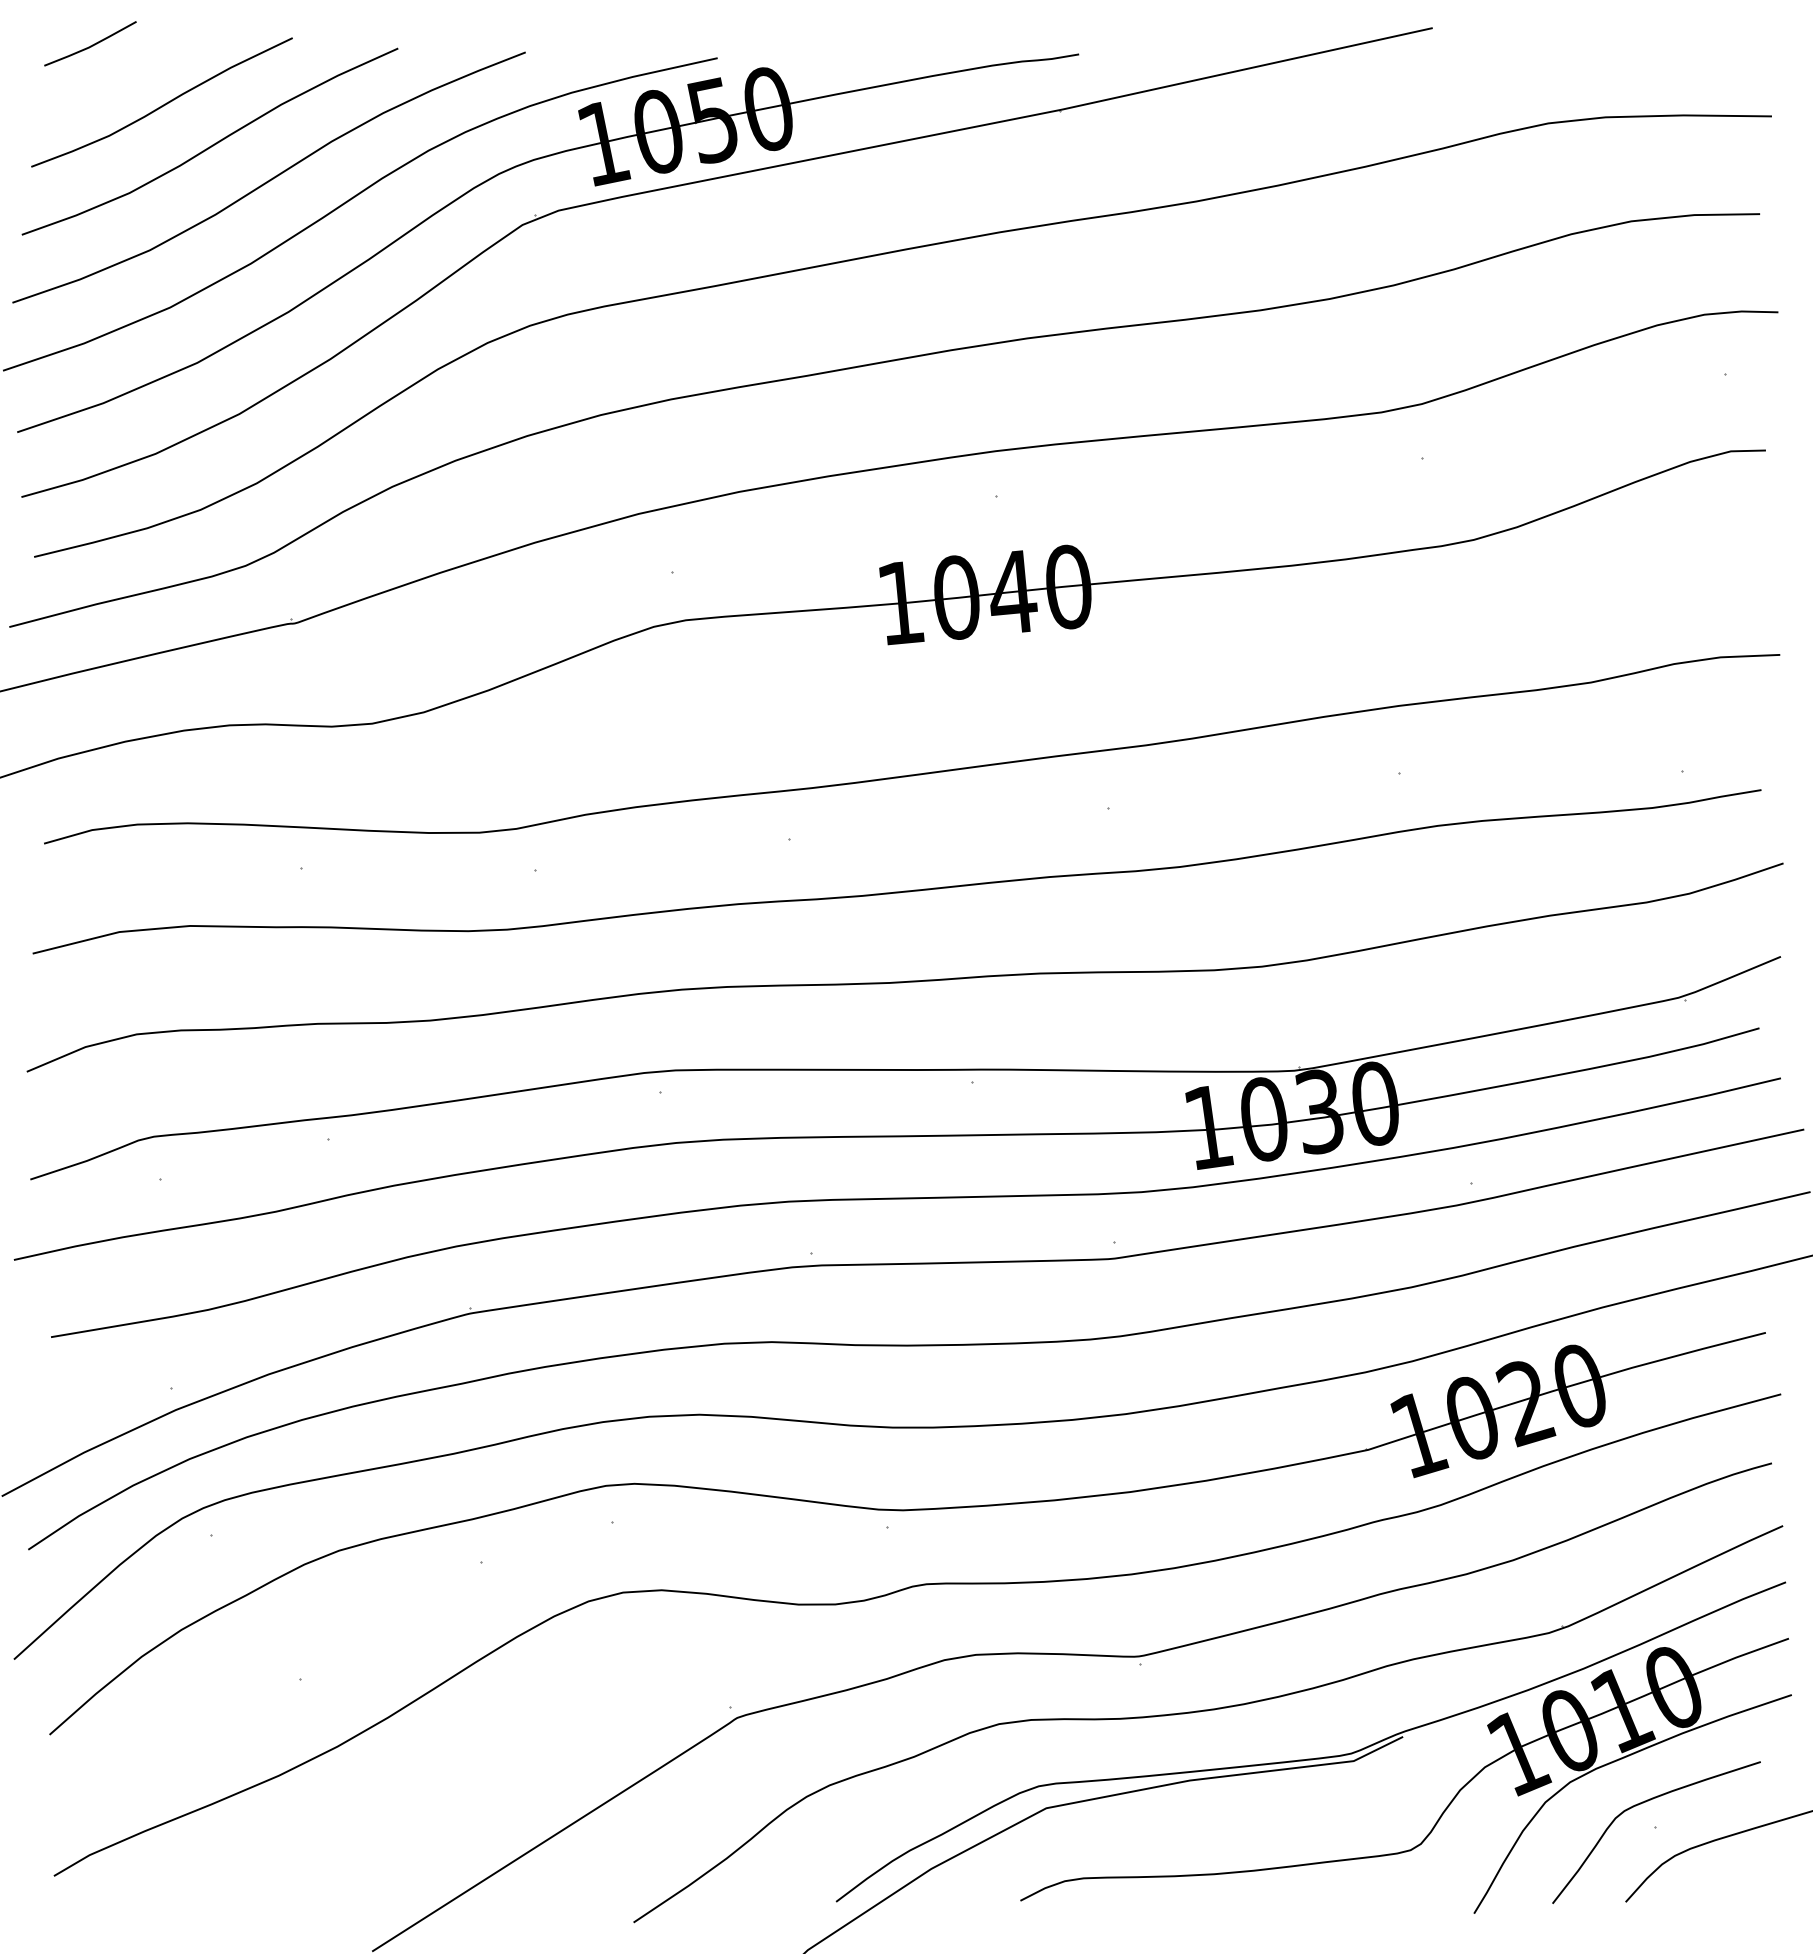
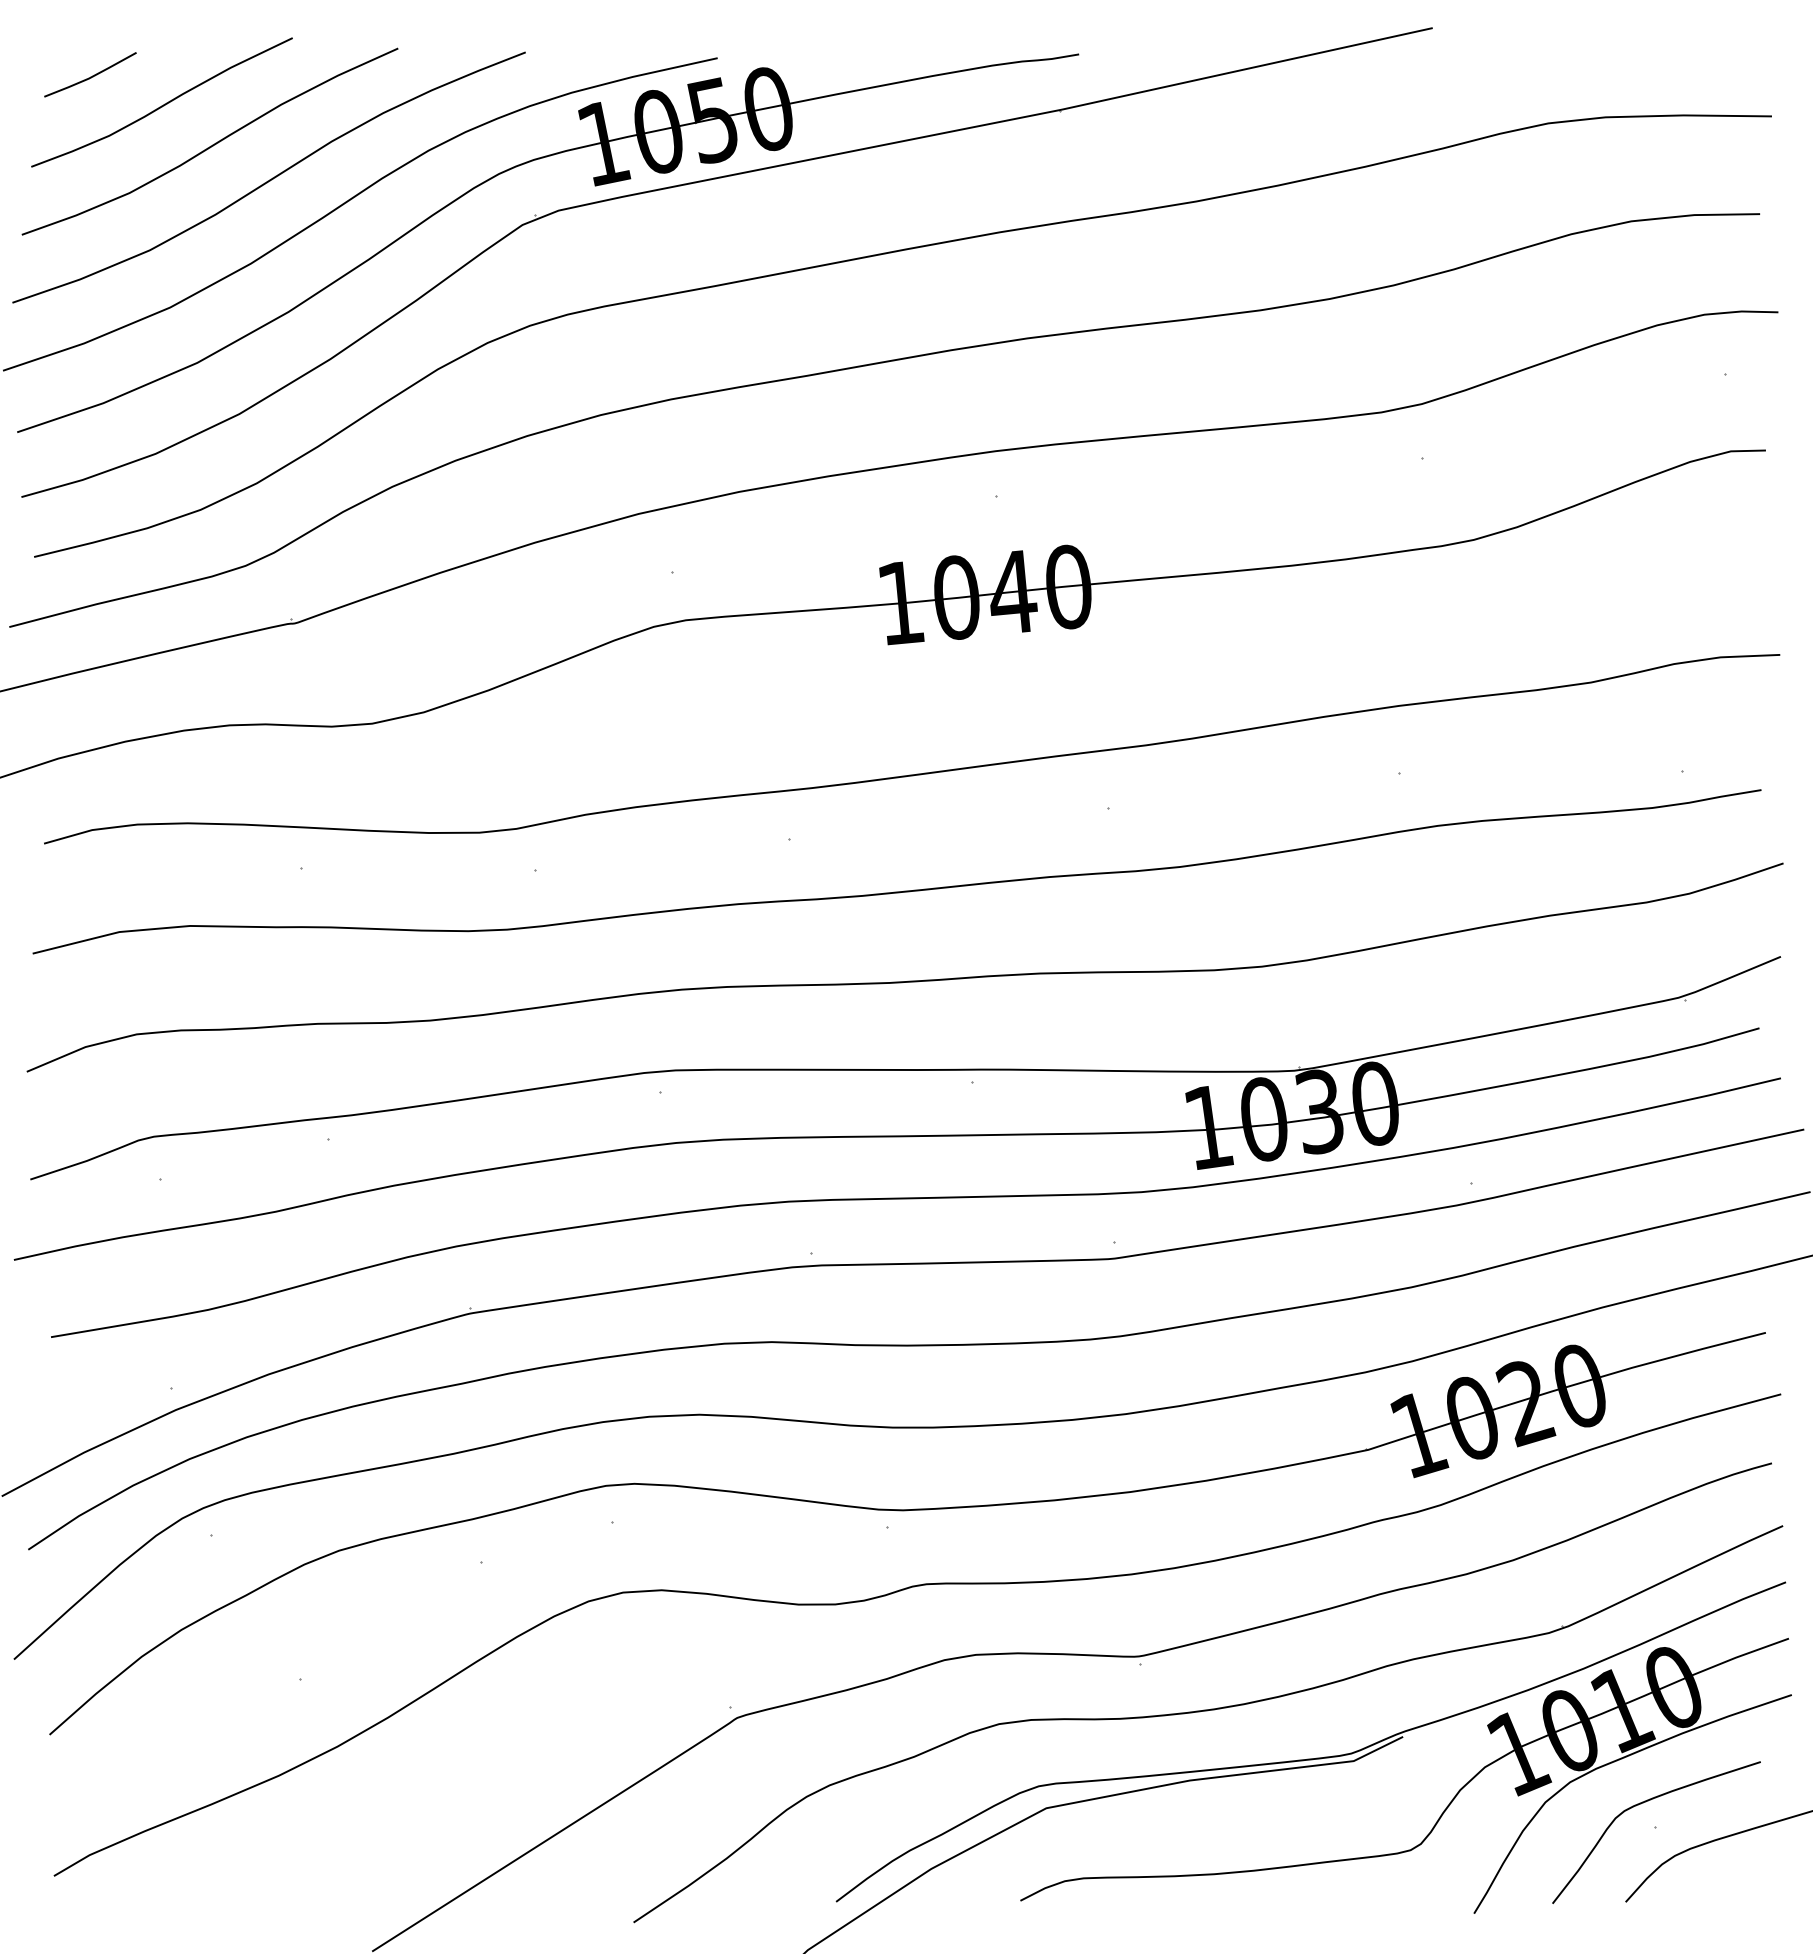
line at (90, 45) position: (90, 45) -> (90, 76)
